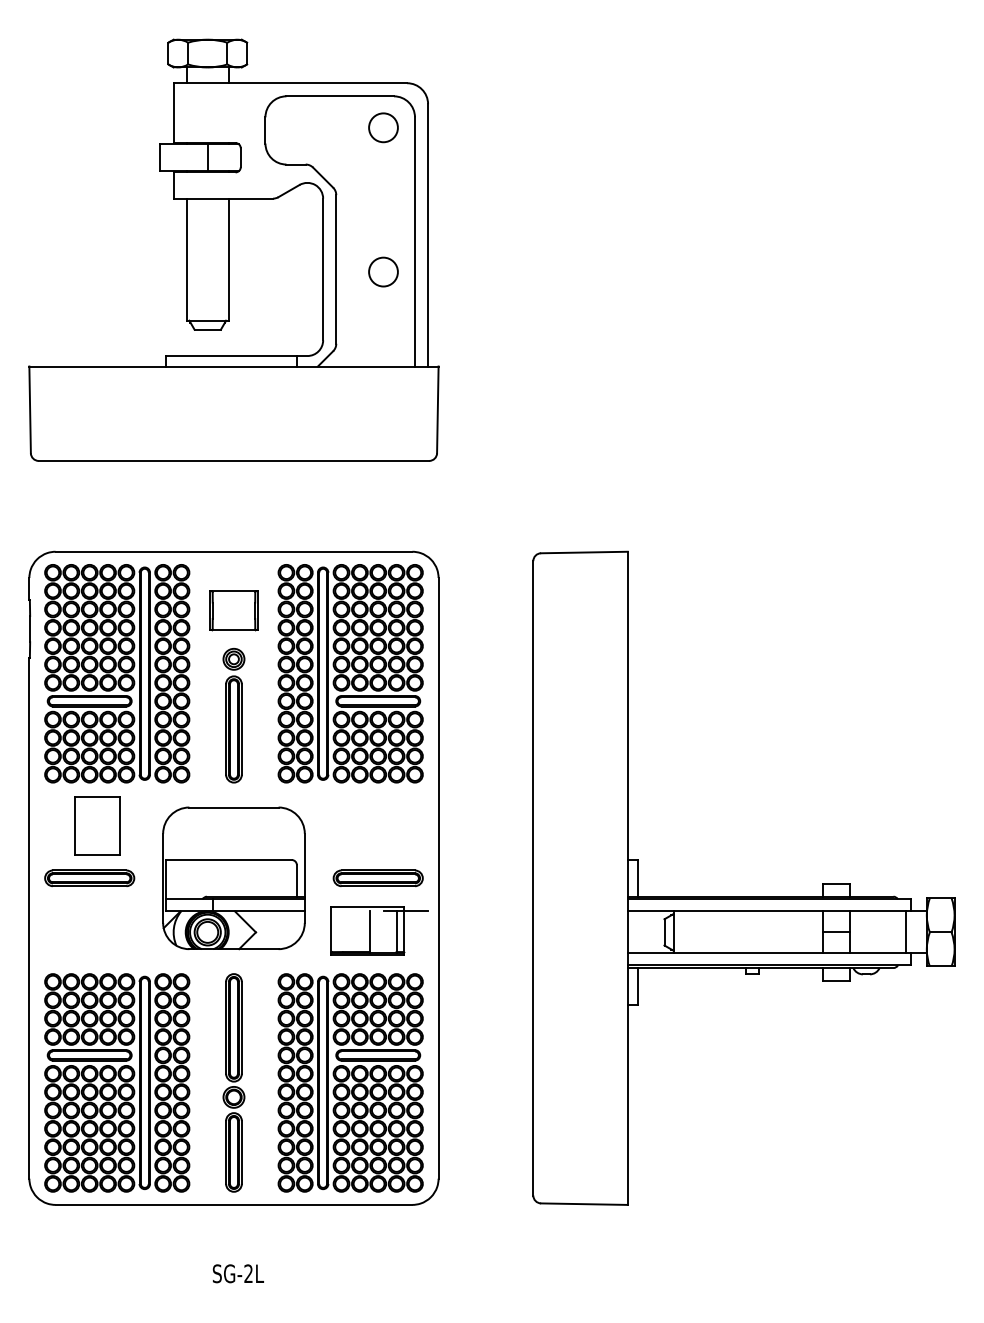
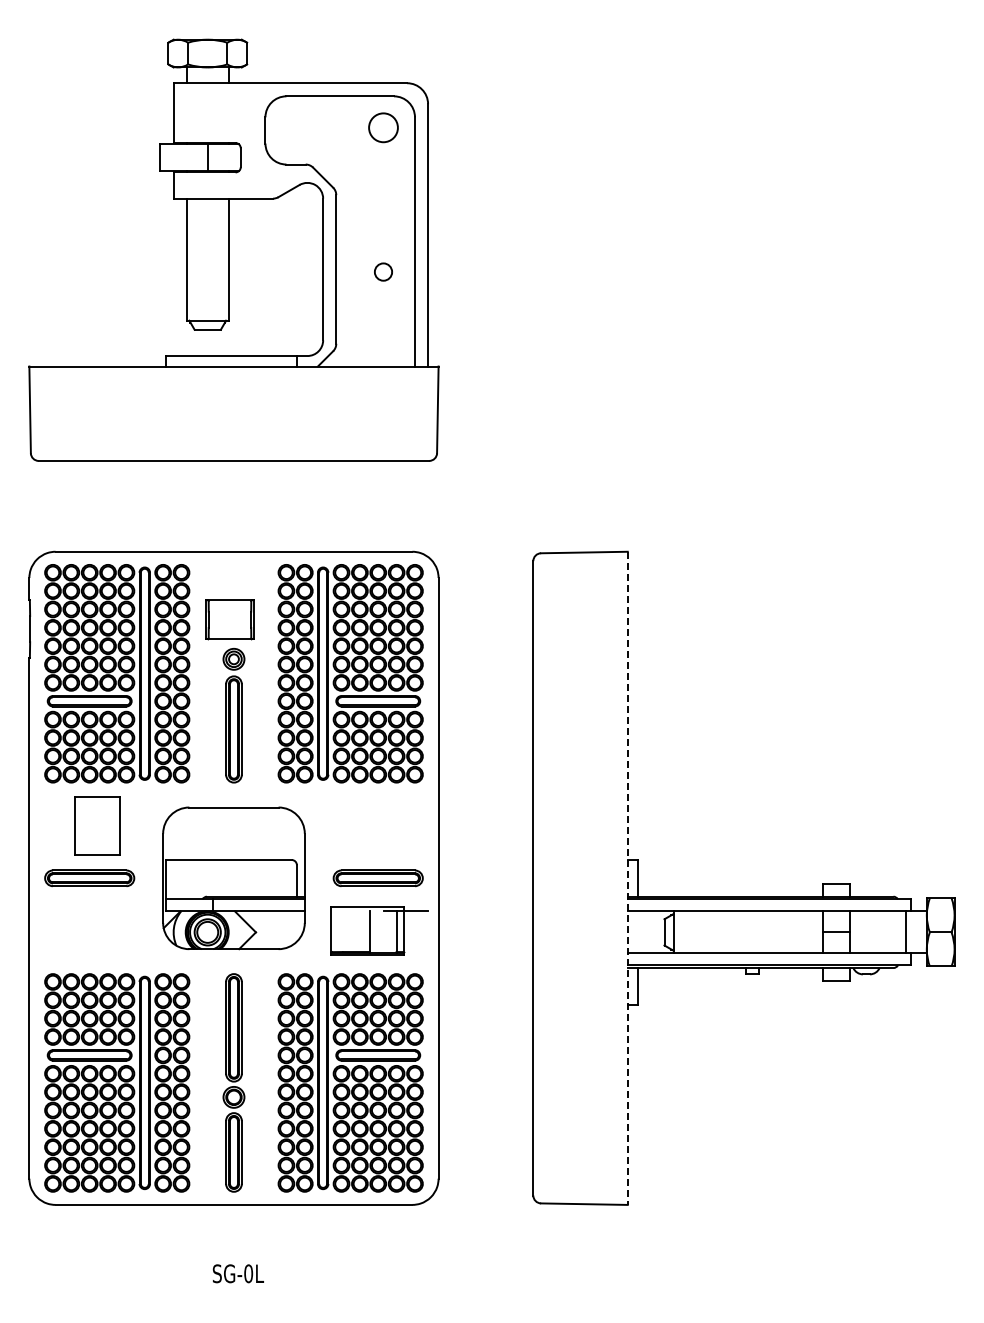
circle at (383, 271) diameter: 29 px -> 17 px
part at (233, 610) position: (233, 610) -> (229, 619)
line at (627, 878): solid -> dashed
text at (248, 1273): SG-2L -> SG-0L
